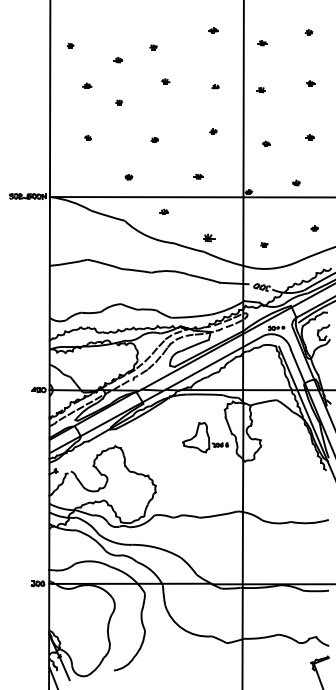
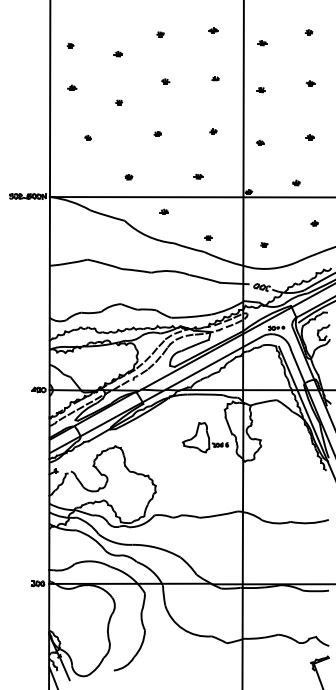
part at (153, 47) position: (153, 47) -> (160, 34)
part at (117, 60) position: (117, 60) -> (117, 54)
part at (87, 85) position: (87, 85) -> (72, 87)
part at (215, 86) position: (215, 86) -> (215, 78)
part at (154, 139) position: (154, 139) -> (157, 133)
part at (266, 143) position: (266, 143) -> (260, 142)
part at (314, 228) position: (314, 228) -> (314, 223)
part at (209, 237) size: 13x10 px -> 9x6 px
